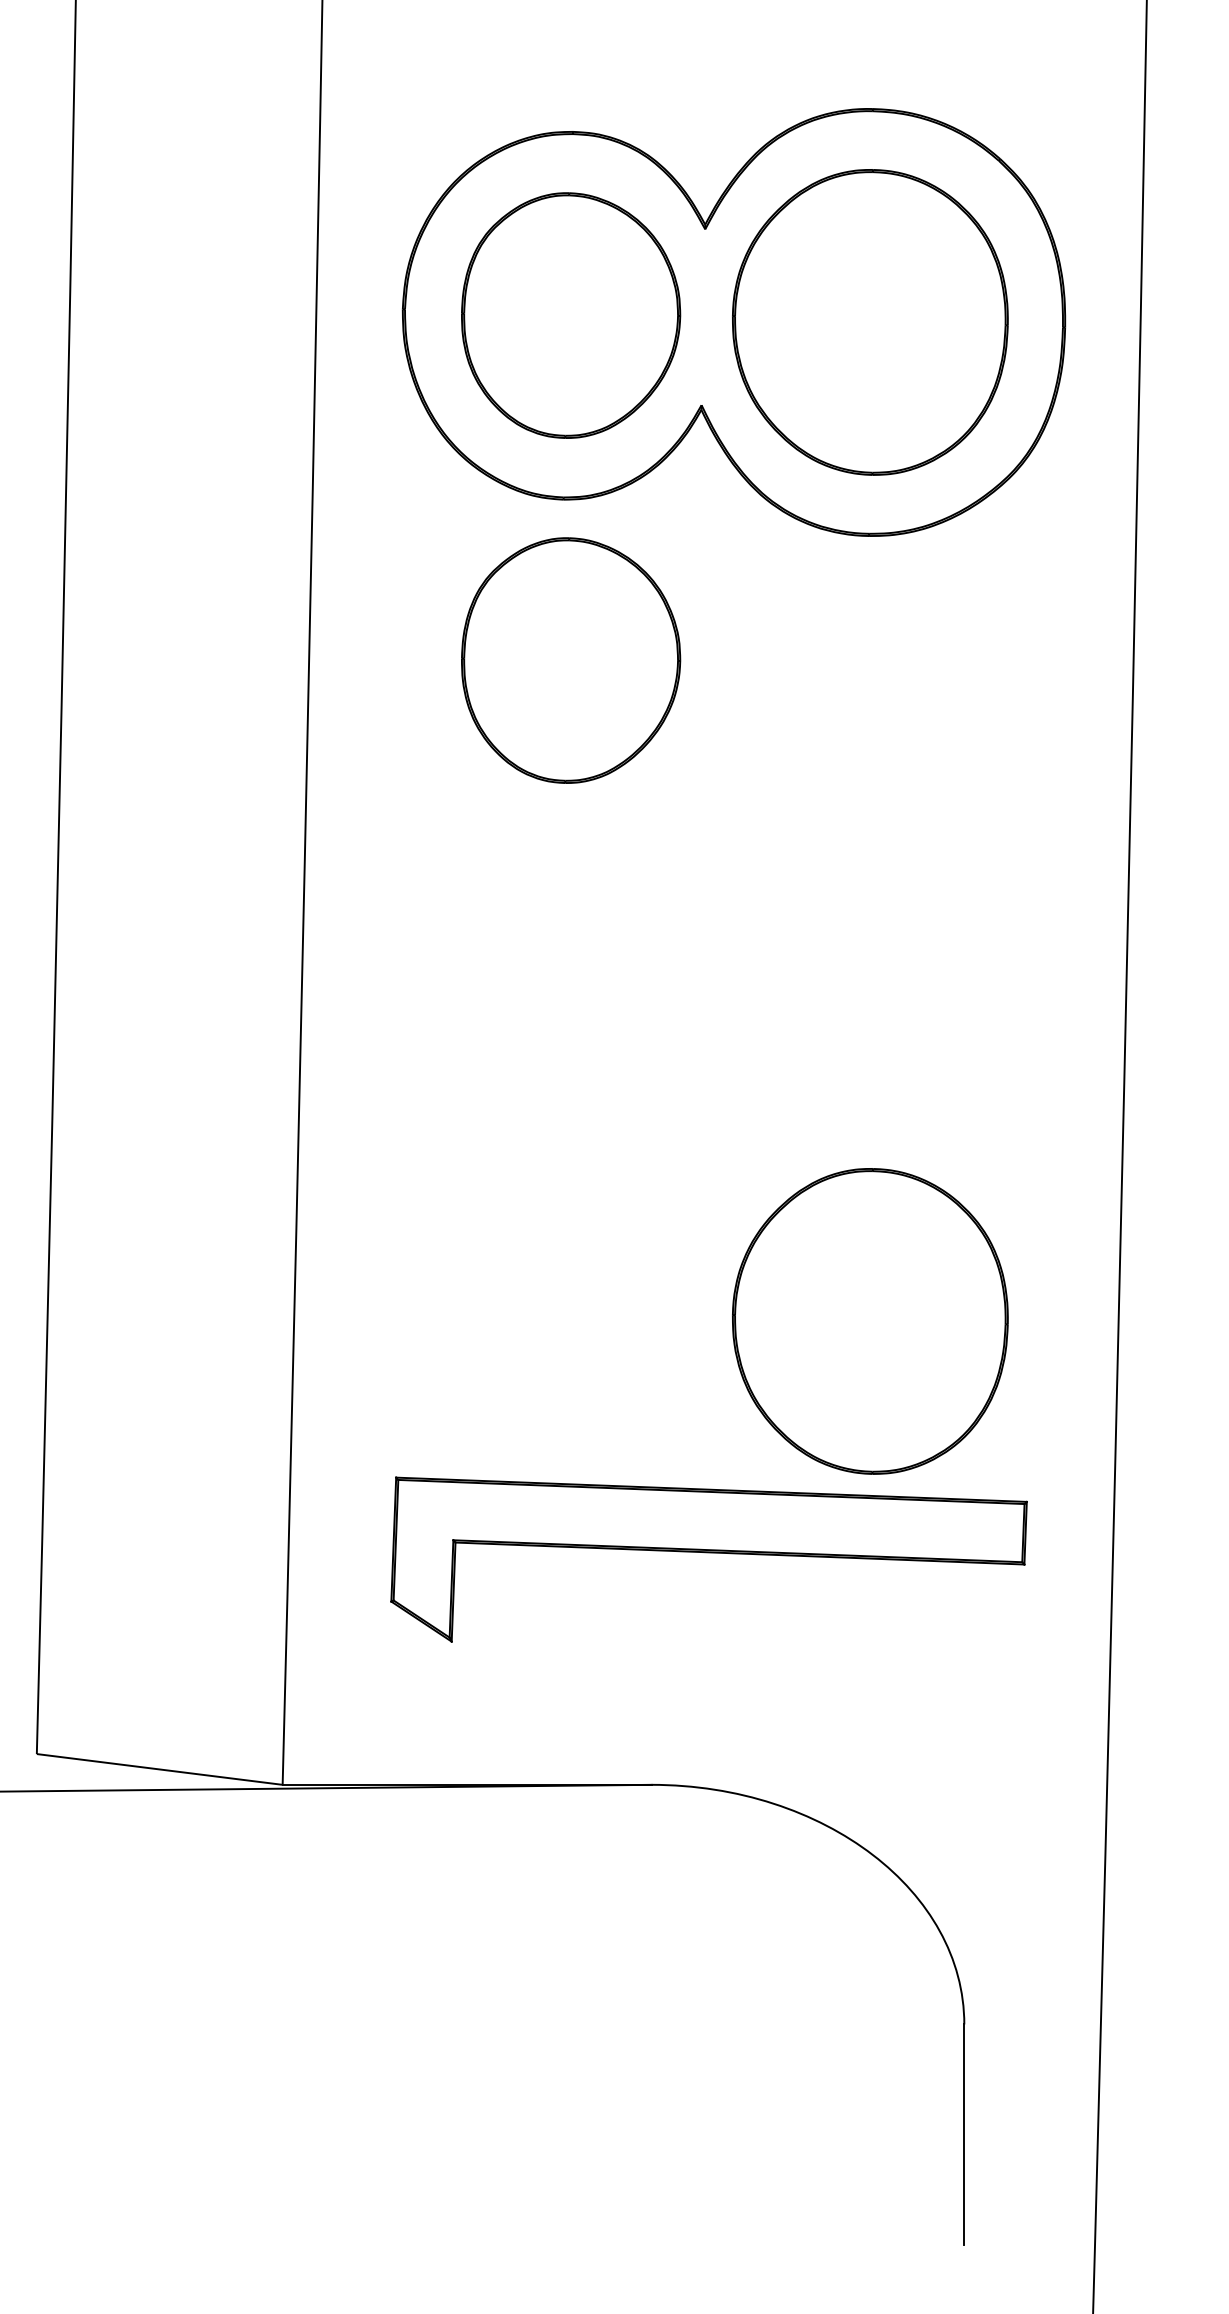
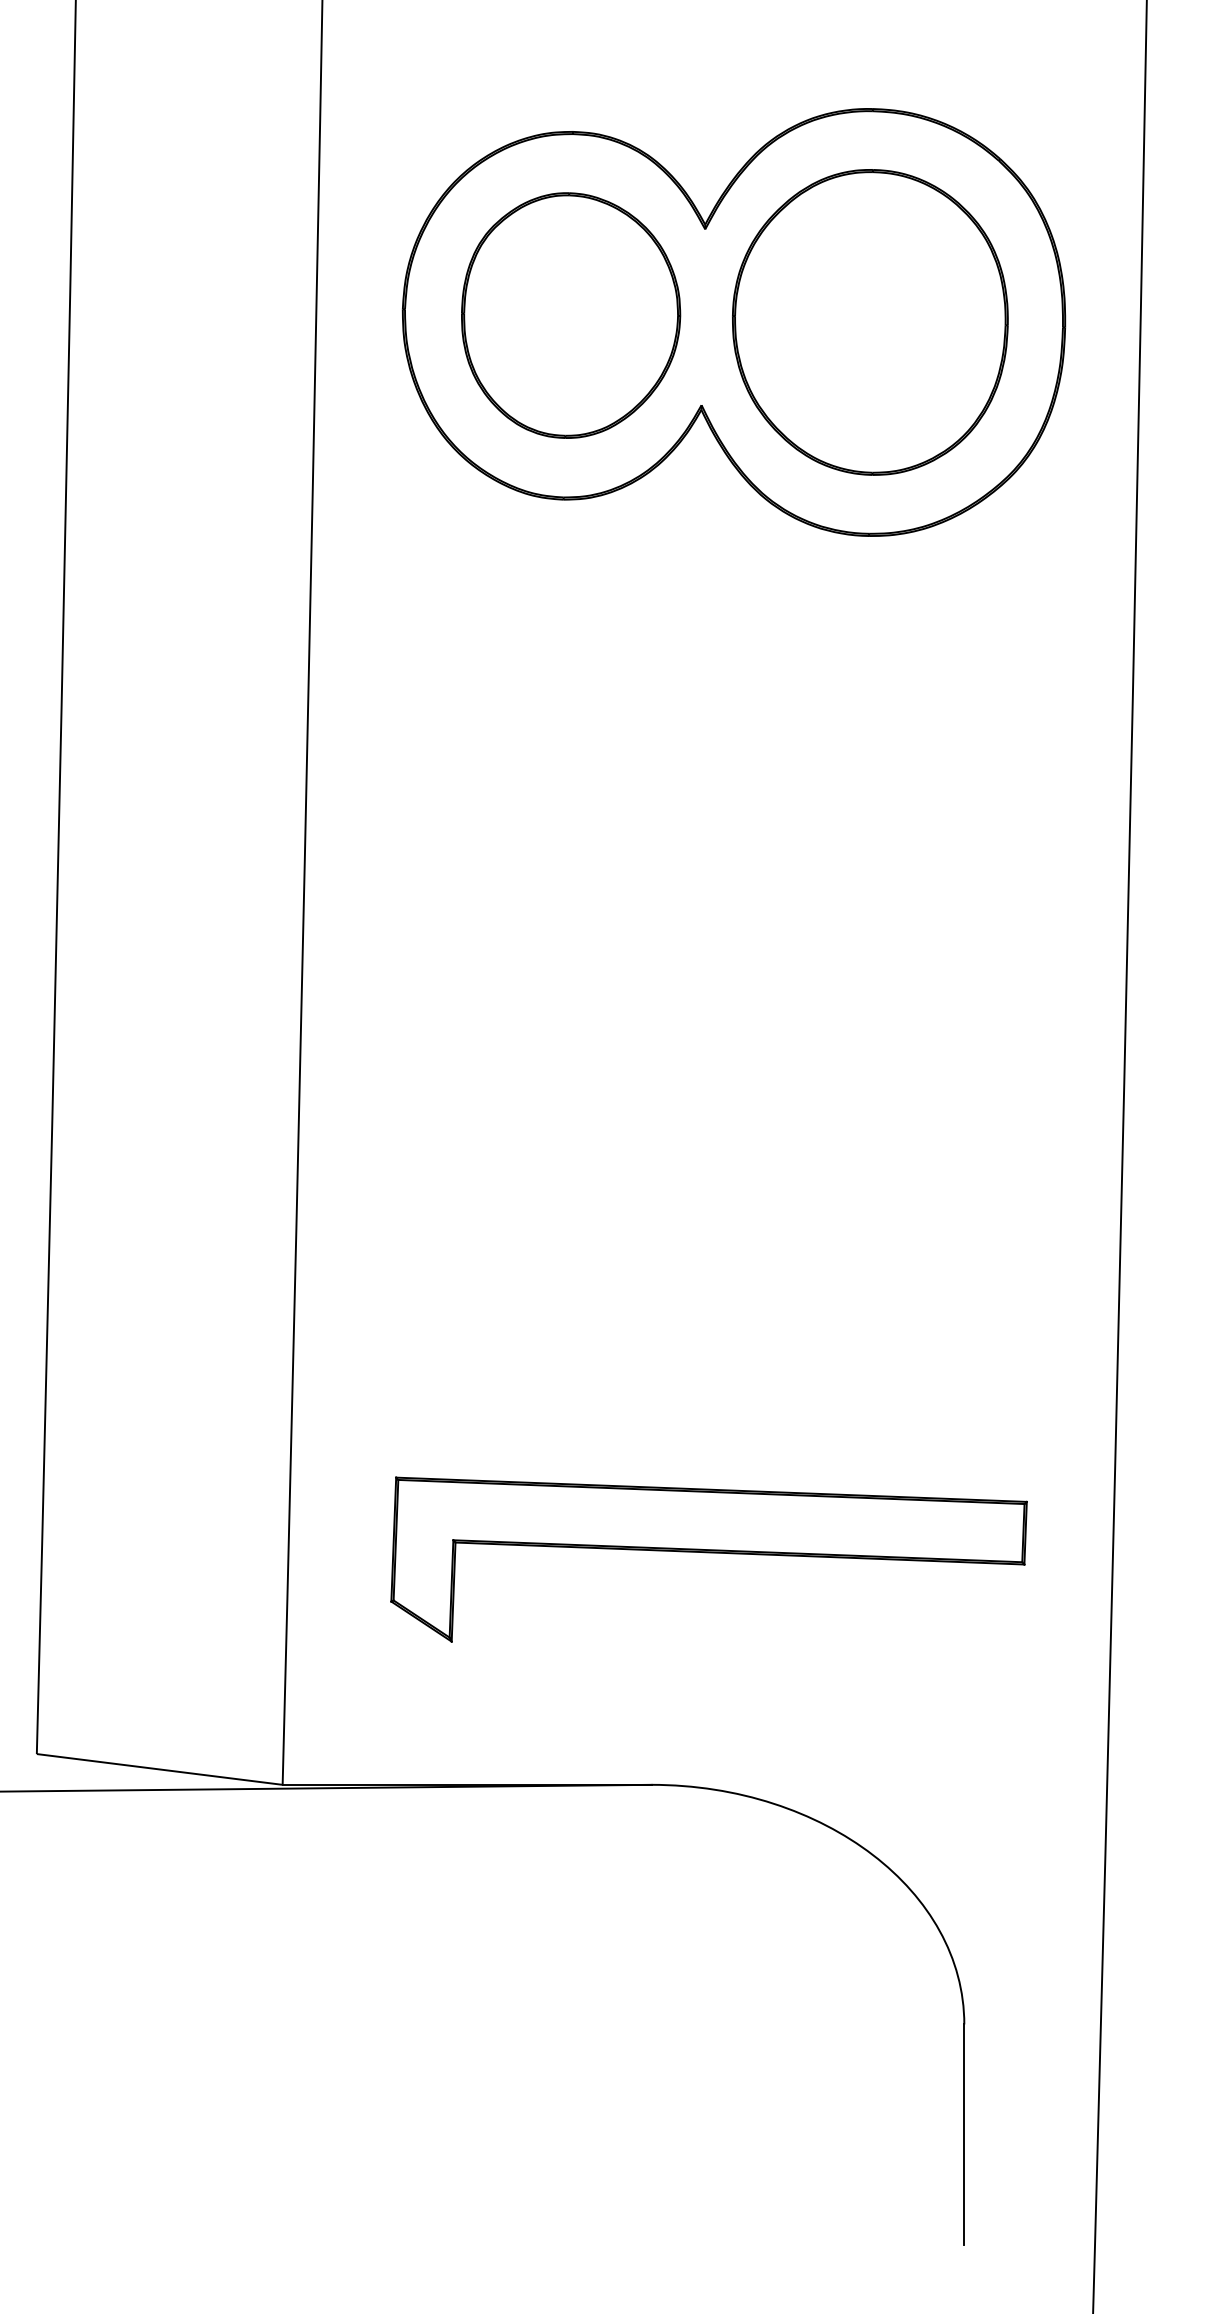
part at (571, 660): present -> none
part at (870, 1321): present -> none
